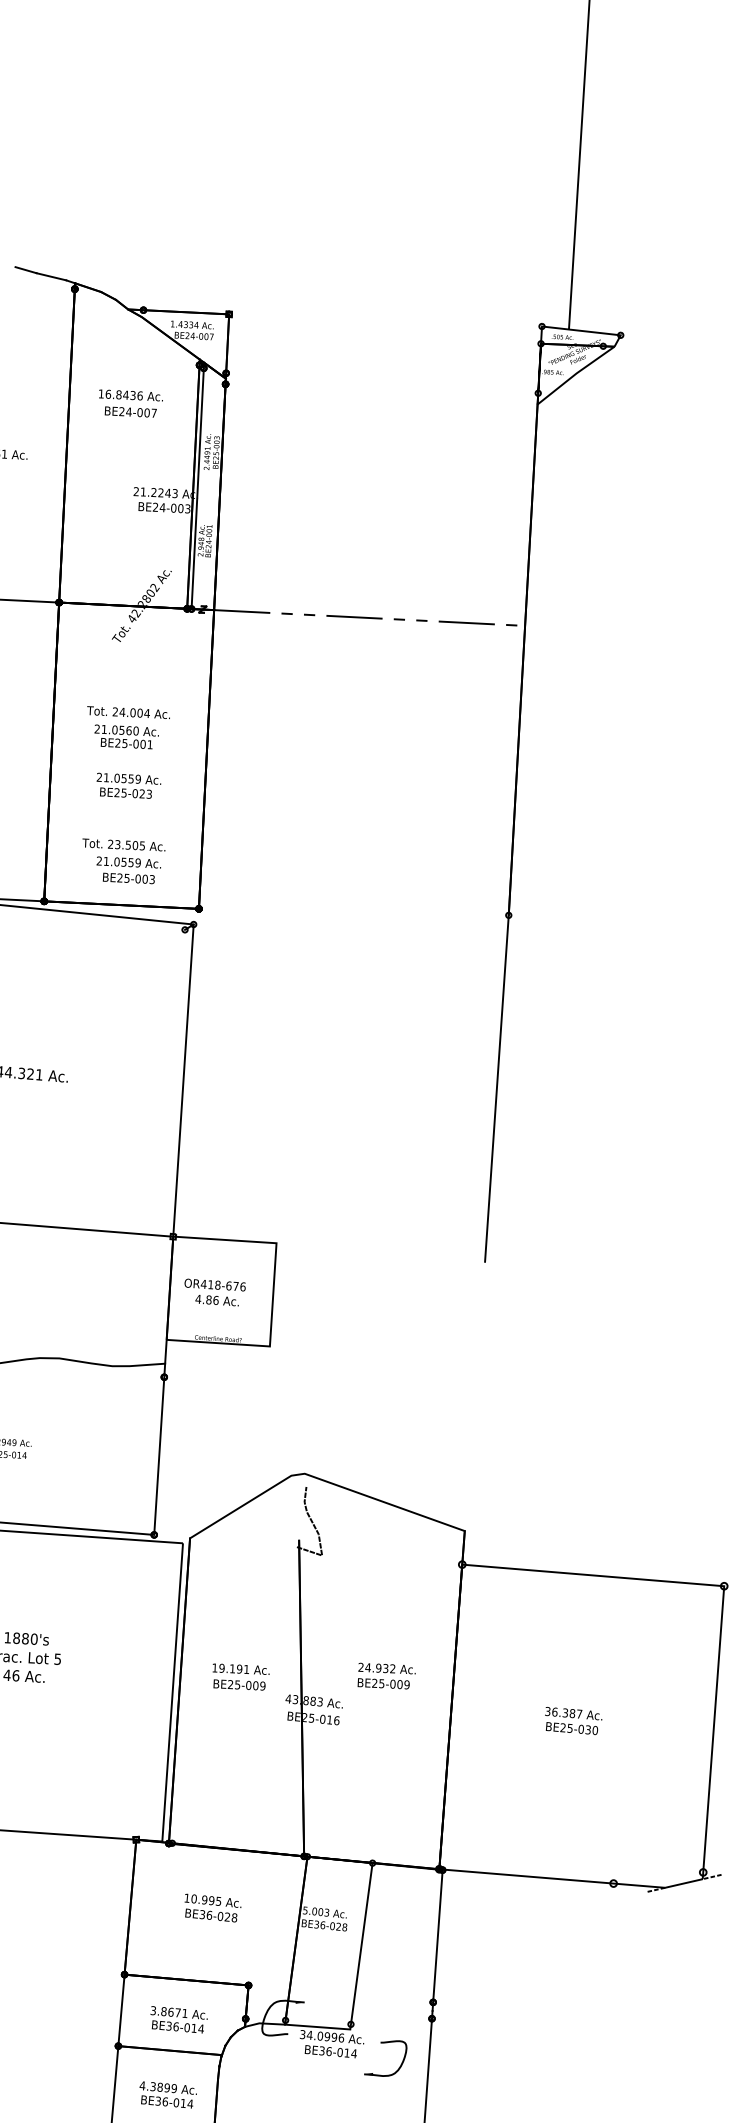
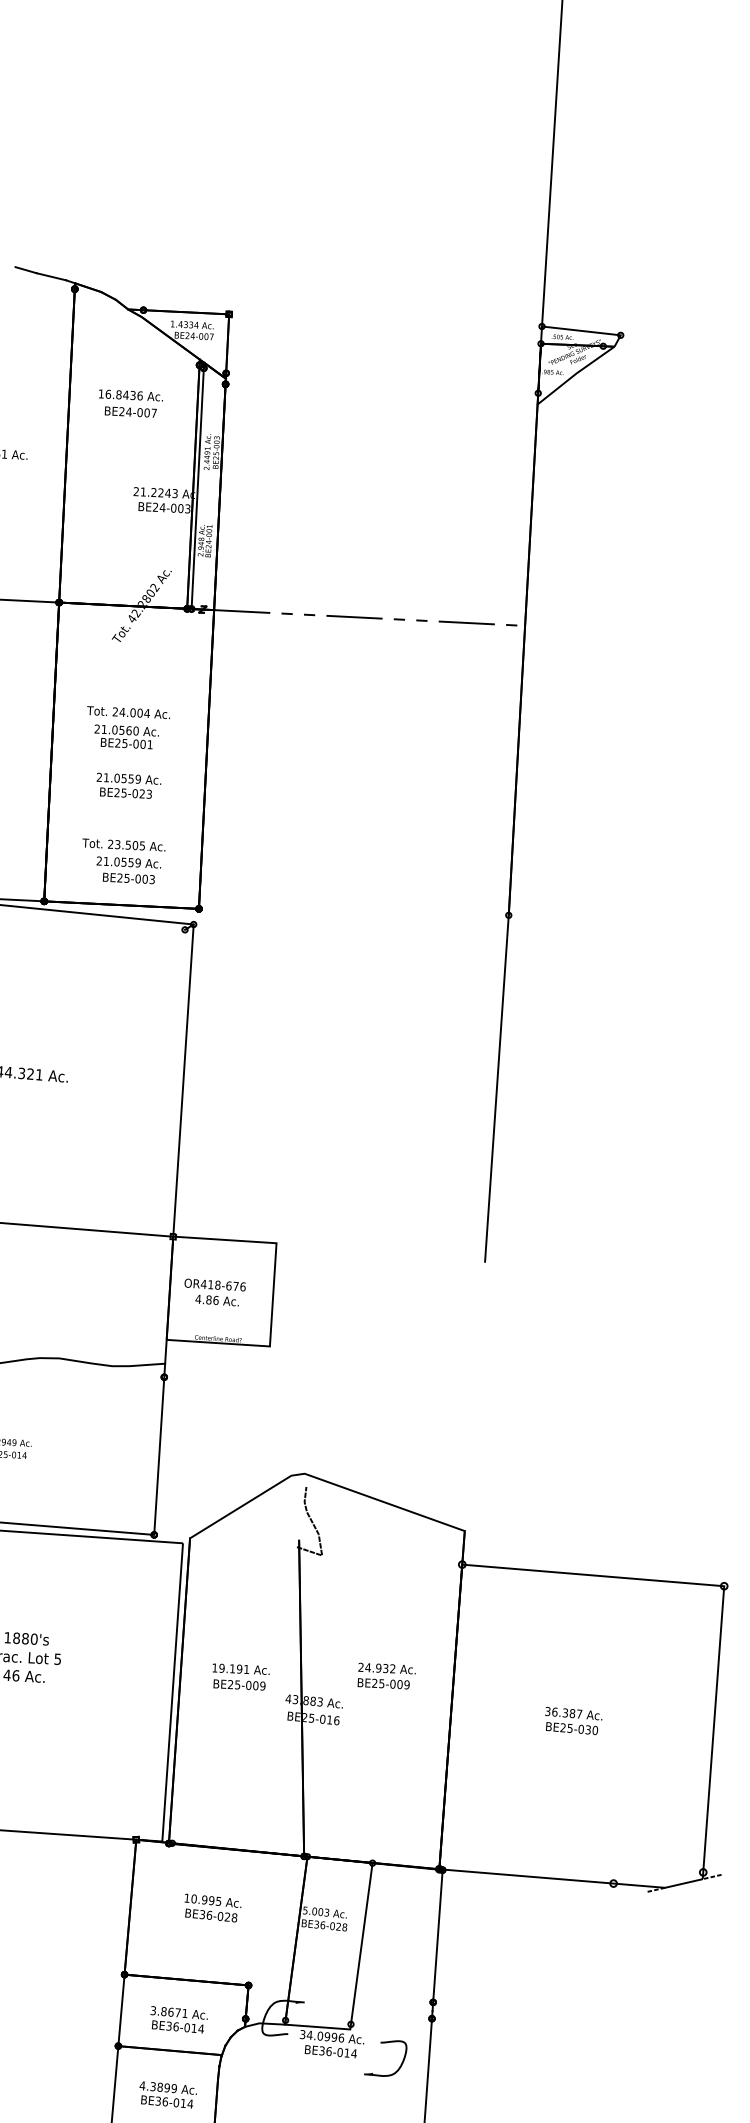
line at (579, 165) position: (579, 165) -> (552, 164)
